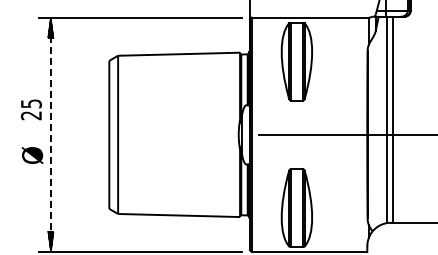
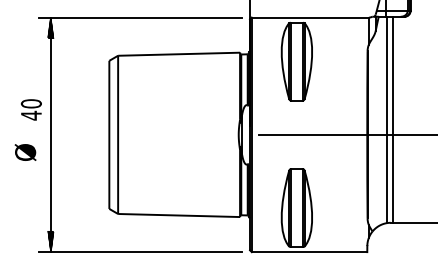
text at (30, 109): 25 -> 40
line at (50, 134): dashed -> solid
text at (32, 155) position: (32, 155) -> (25, 152)
